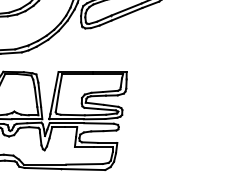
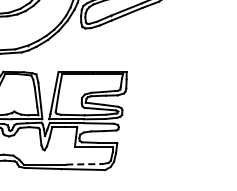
line at (85, 164): solid -> dashed
